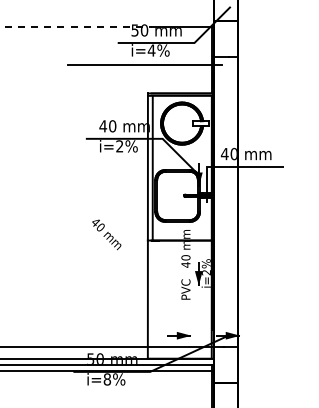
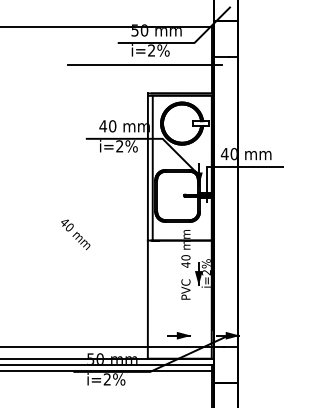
line at (75, 27): dashed -> solid
text at (151, 50): i=4% -> i=2%
text at (106, 234) position: (106, 234) -> (75, 234)
text at (107, 379): i=8% -> i=2%
